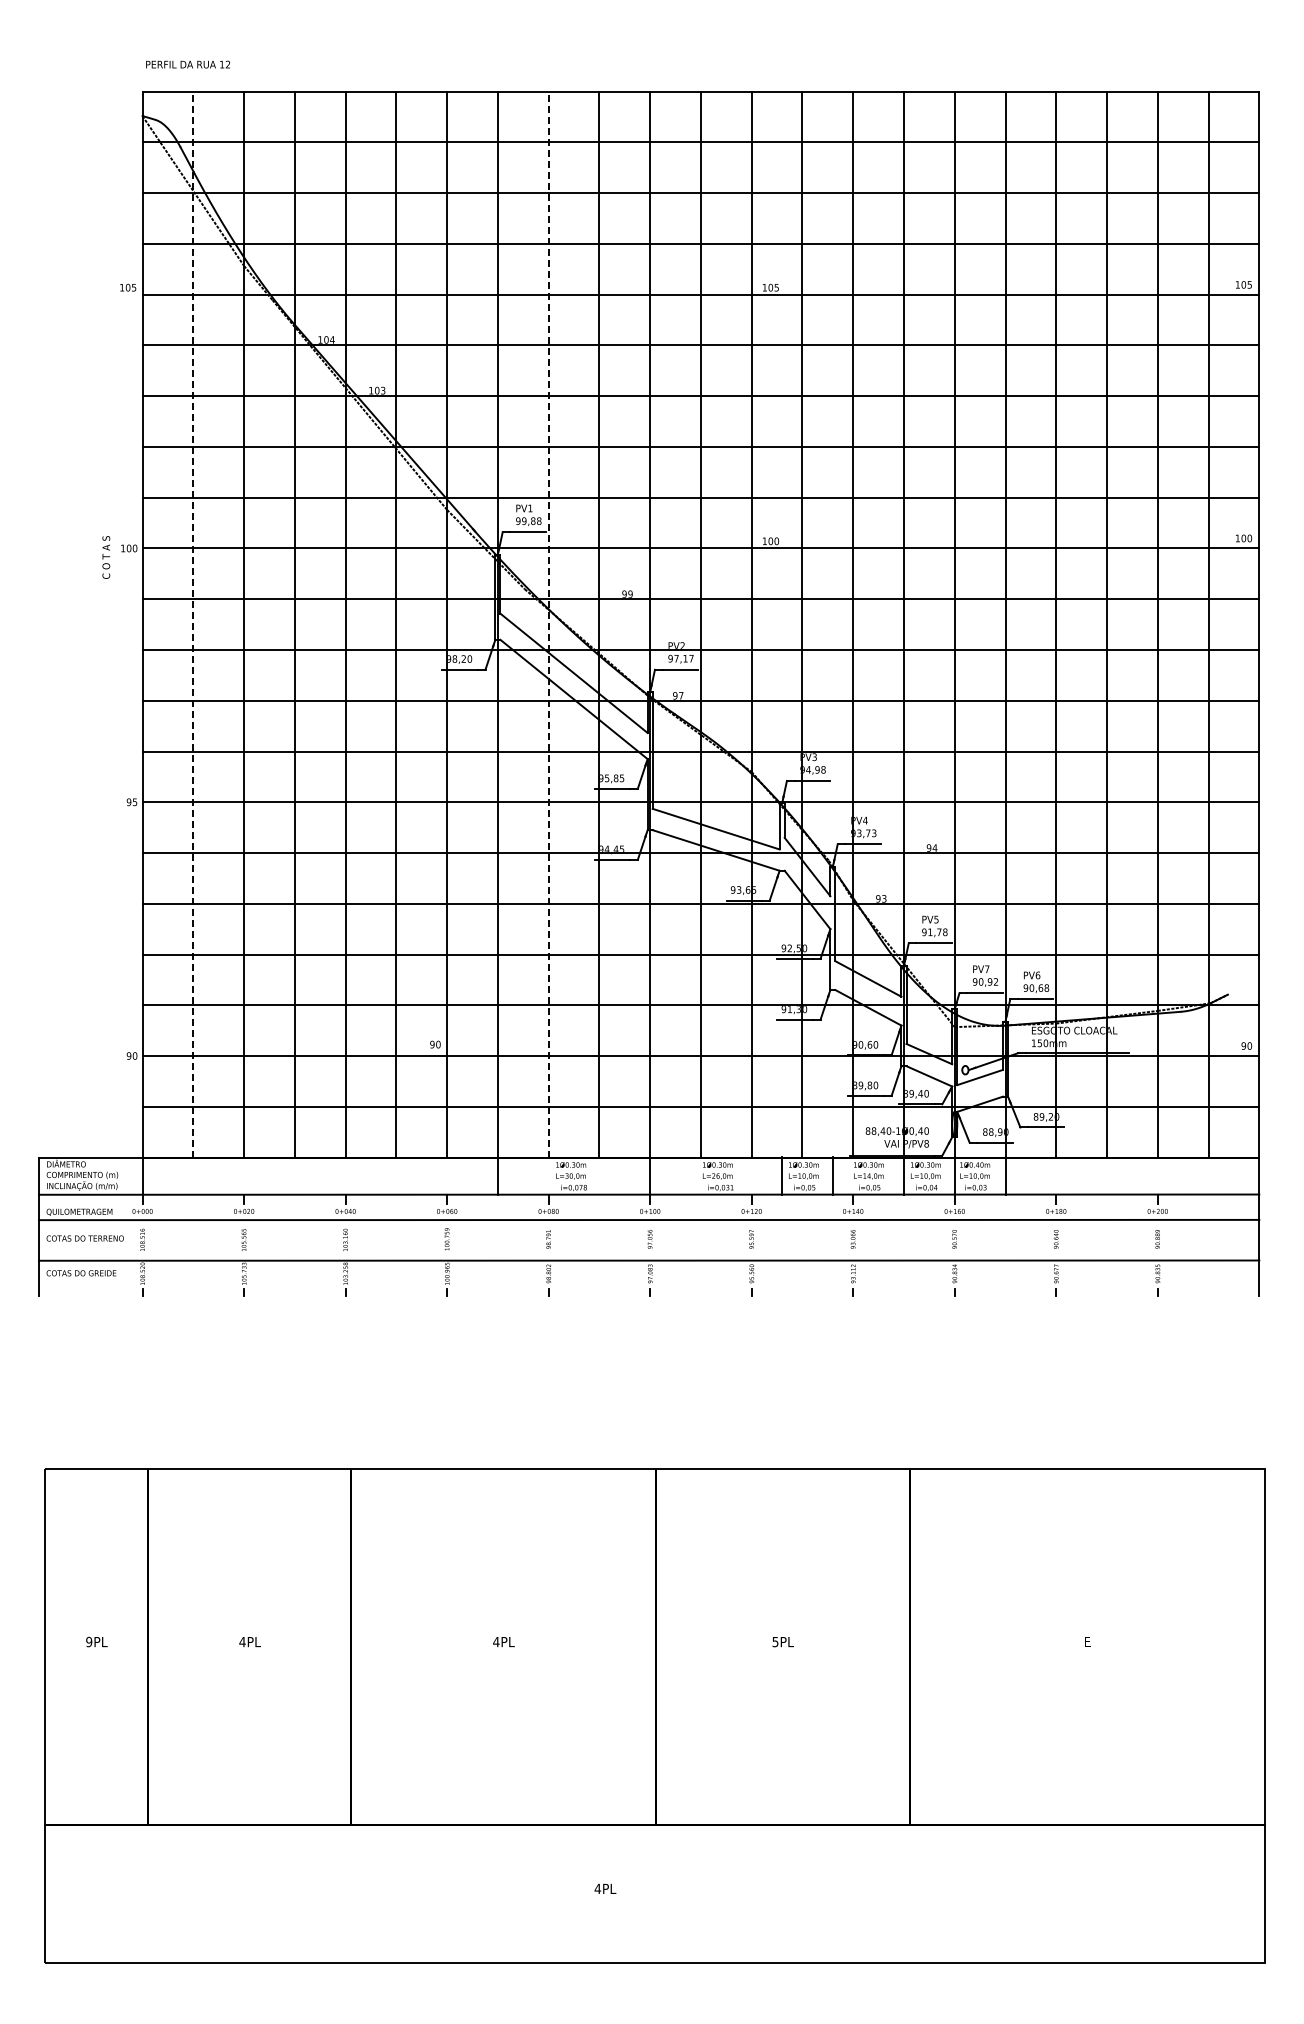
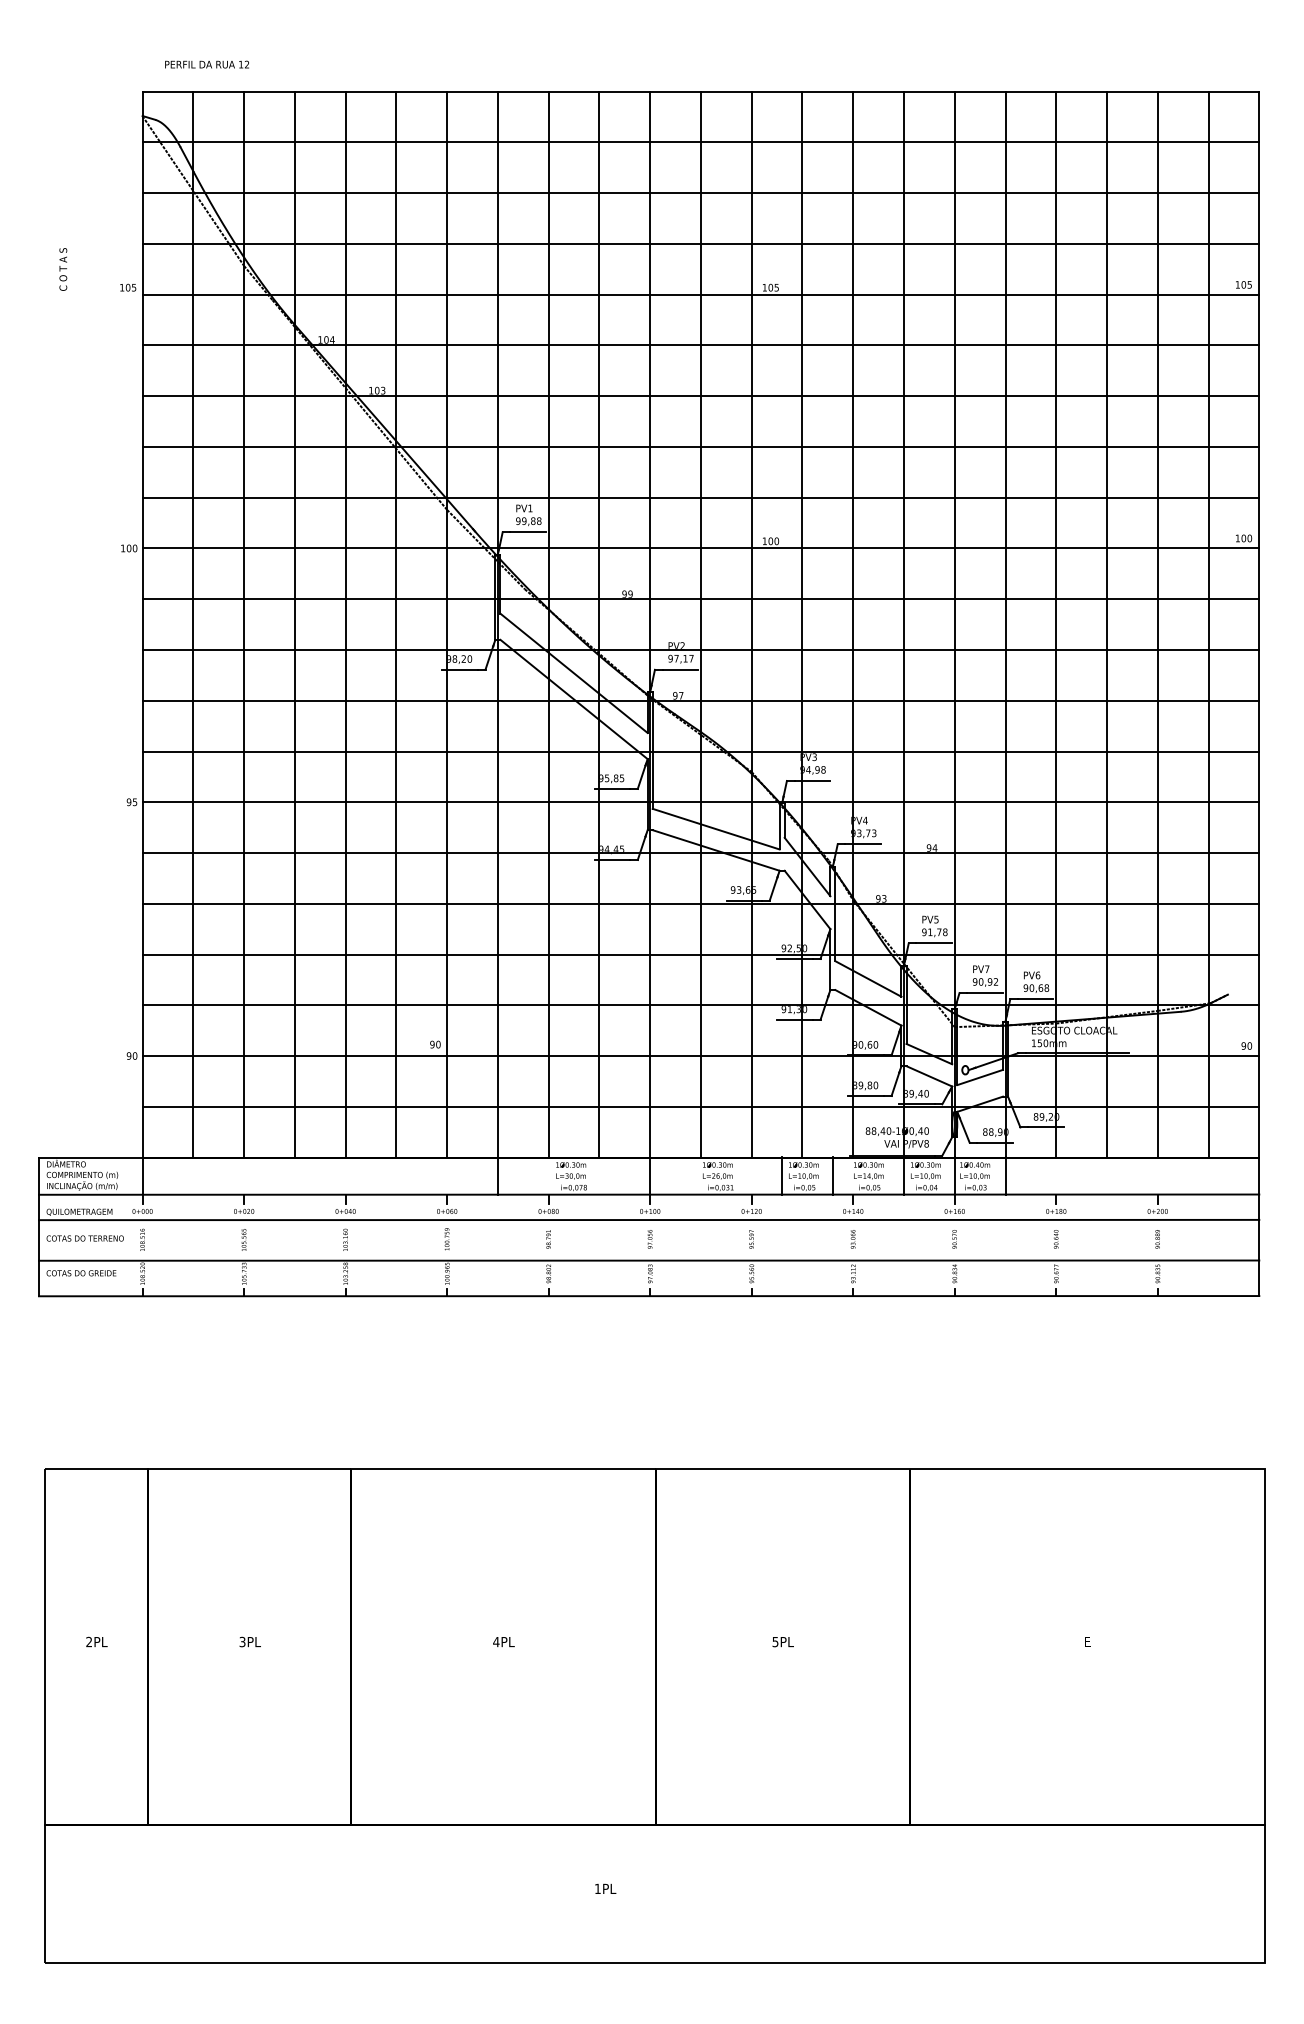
text at (187, 64) position: (187, 64) -> (206, 64)
text at (106, 557) position: (106, 557) -> (63, 269)
line at (193, 624): dashed -> solid
line at (548, 624): dashed -> solid
line at (648, 1296): none -> present
text at (242, 1641): 4PL -> 3PL
text at (89, 1642): 9PL -> 2PL
text at (597, 1888): 4PL -> 1PL
